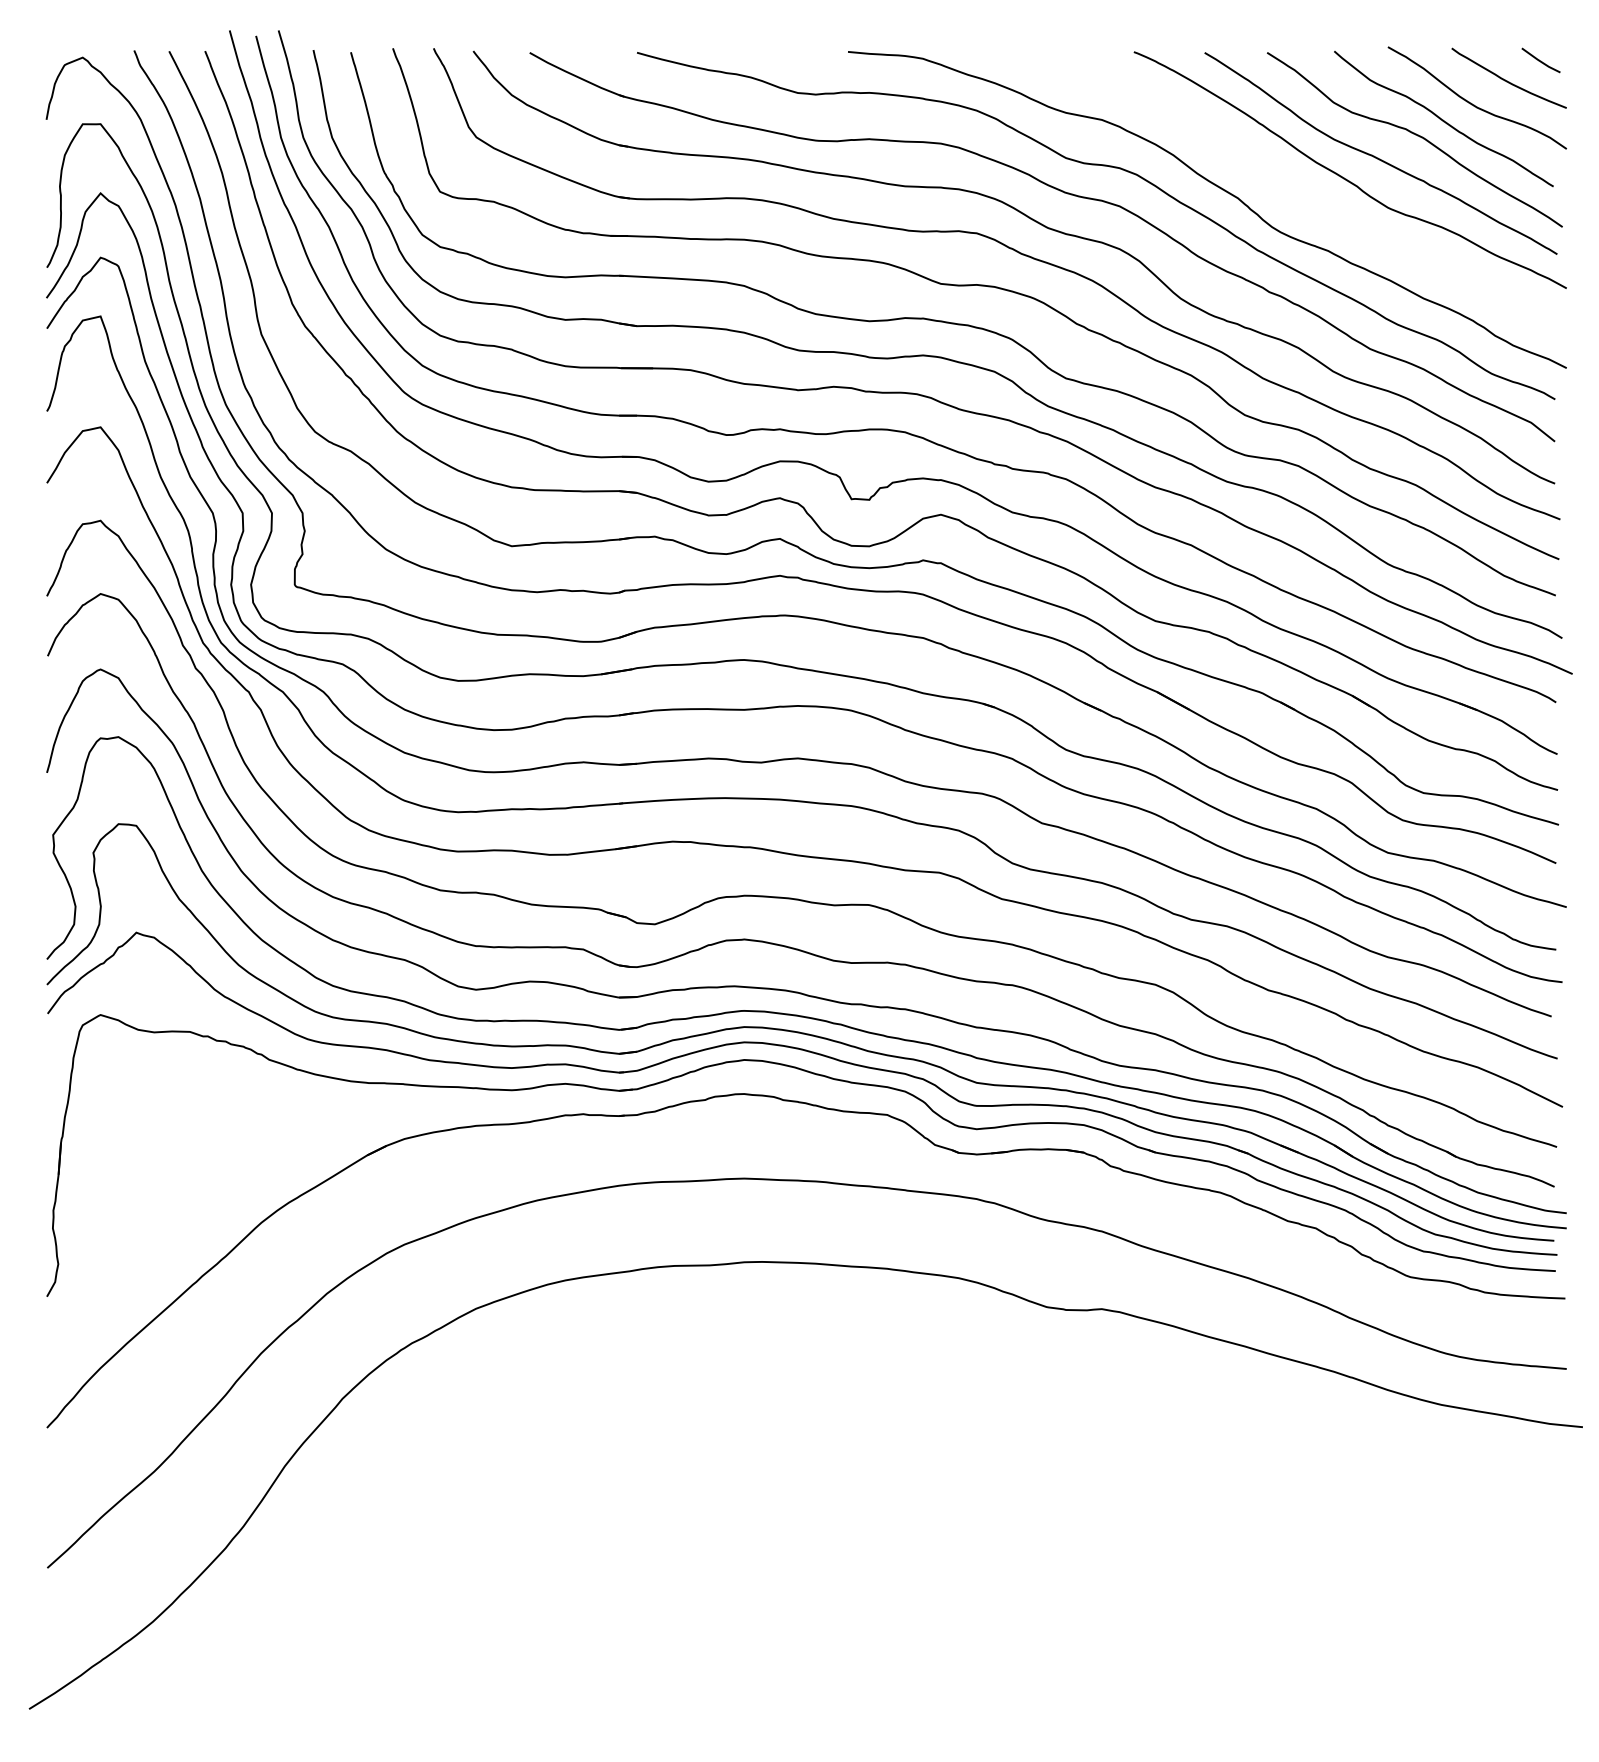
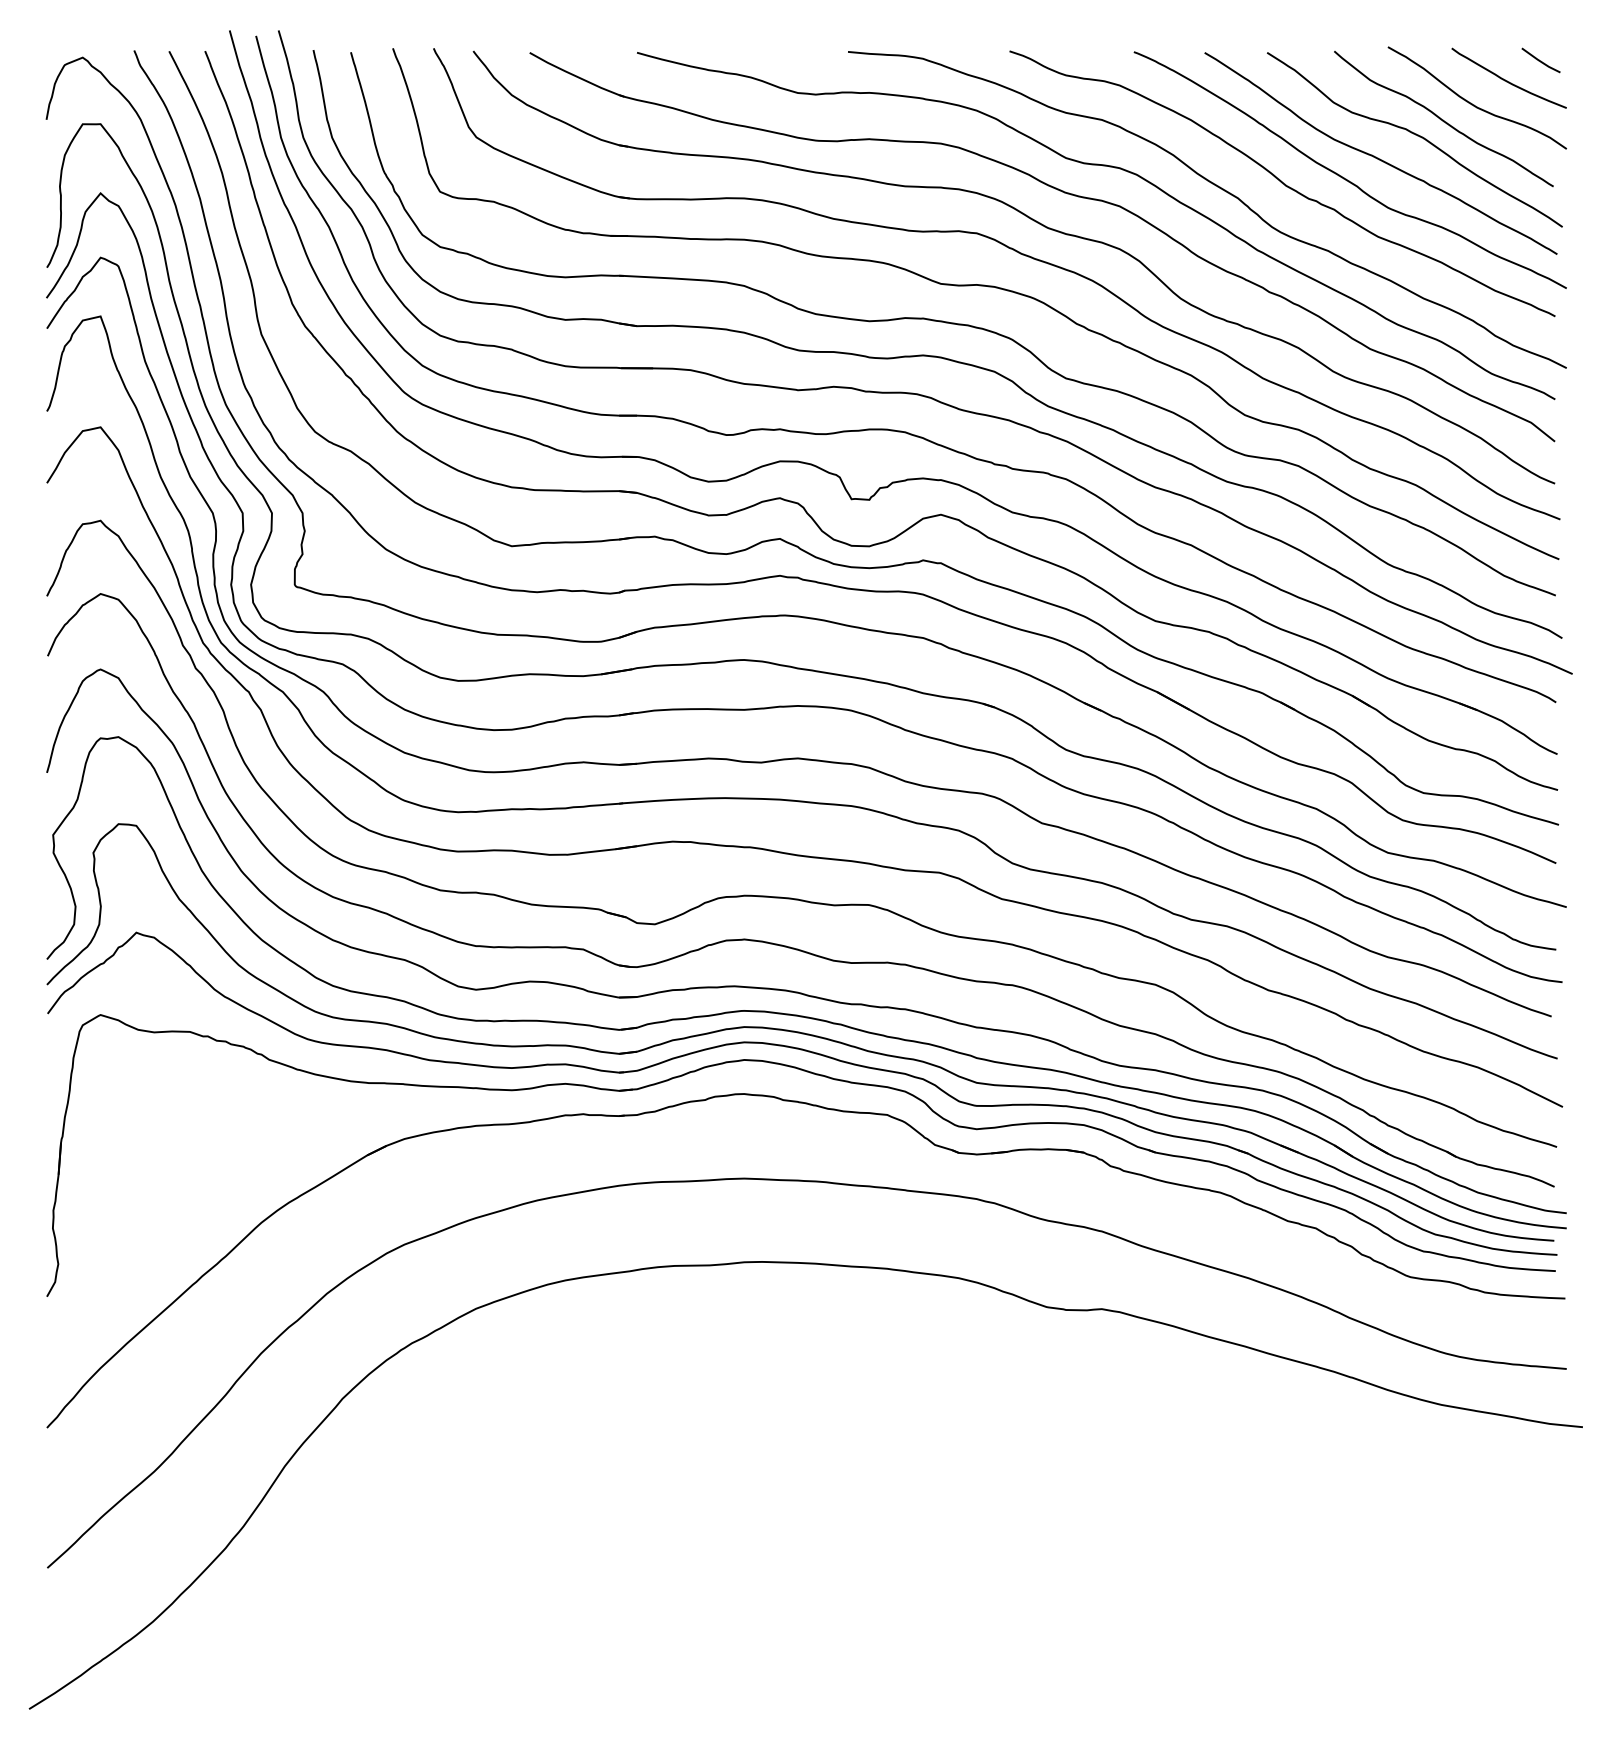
curve at (1282, 183): none -> present
